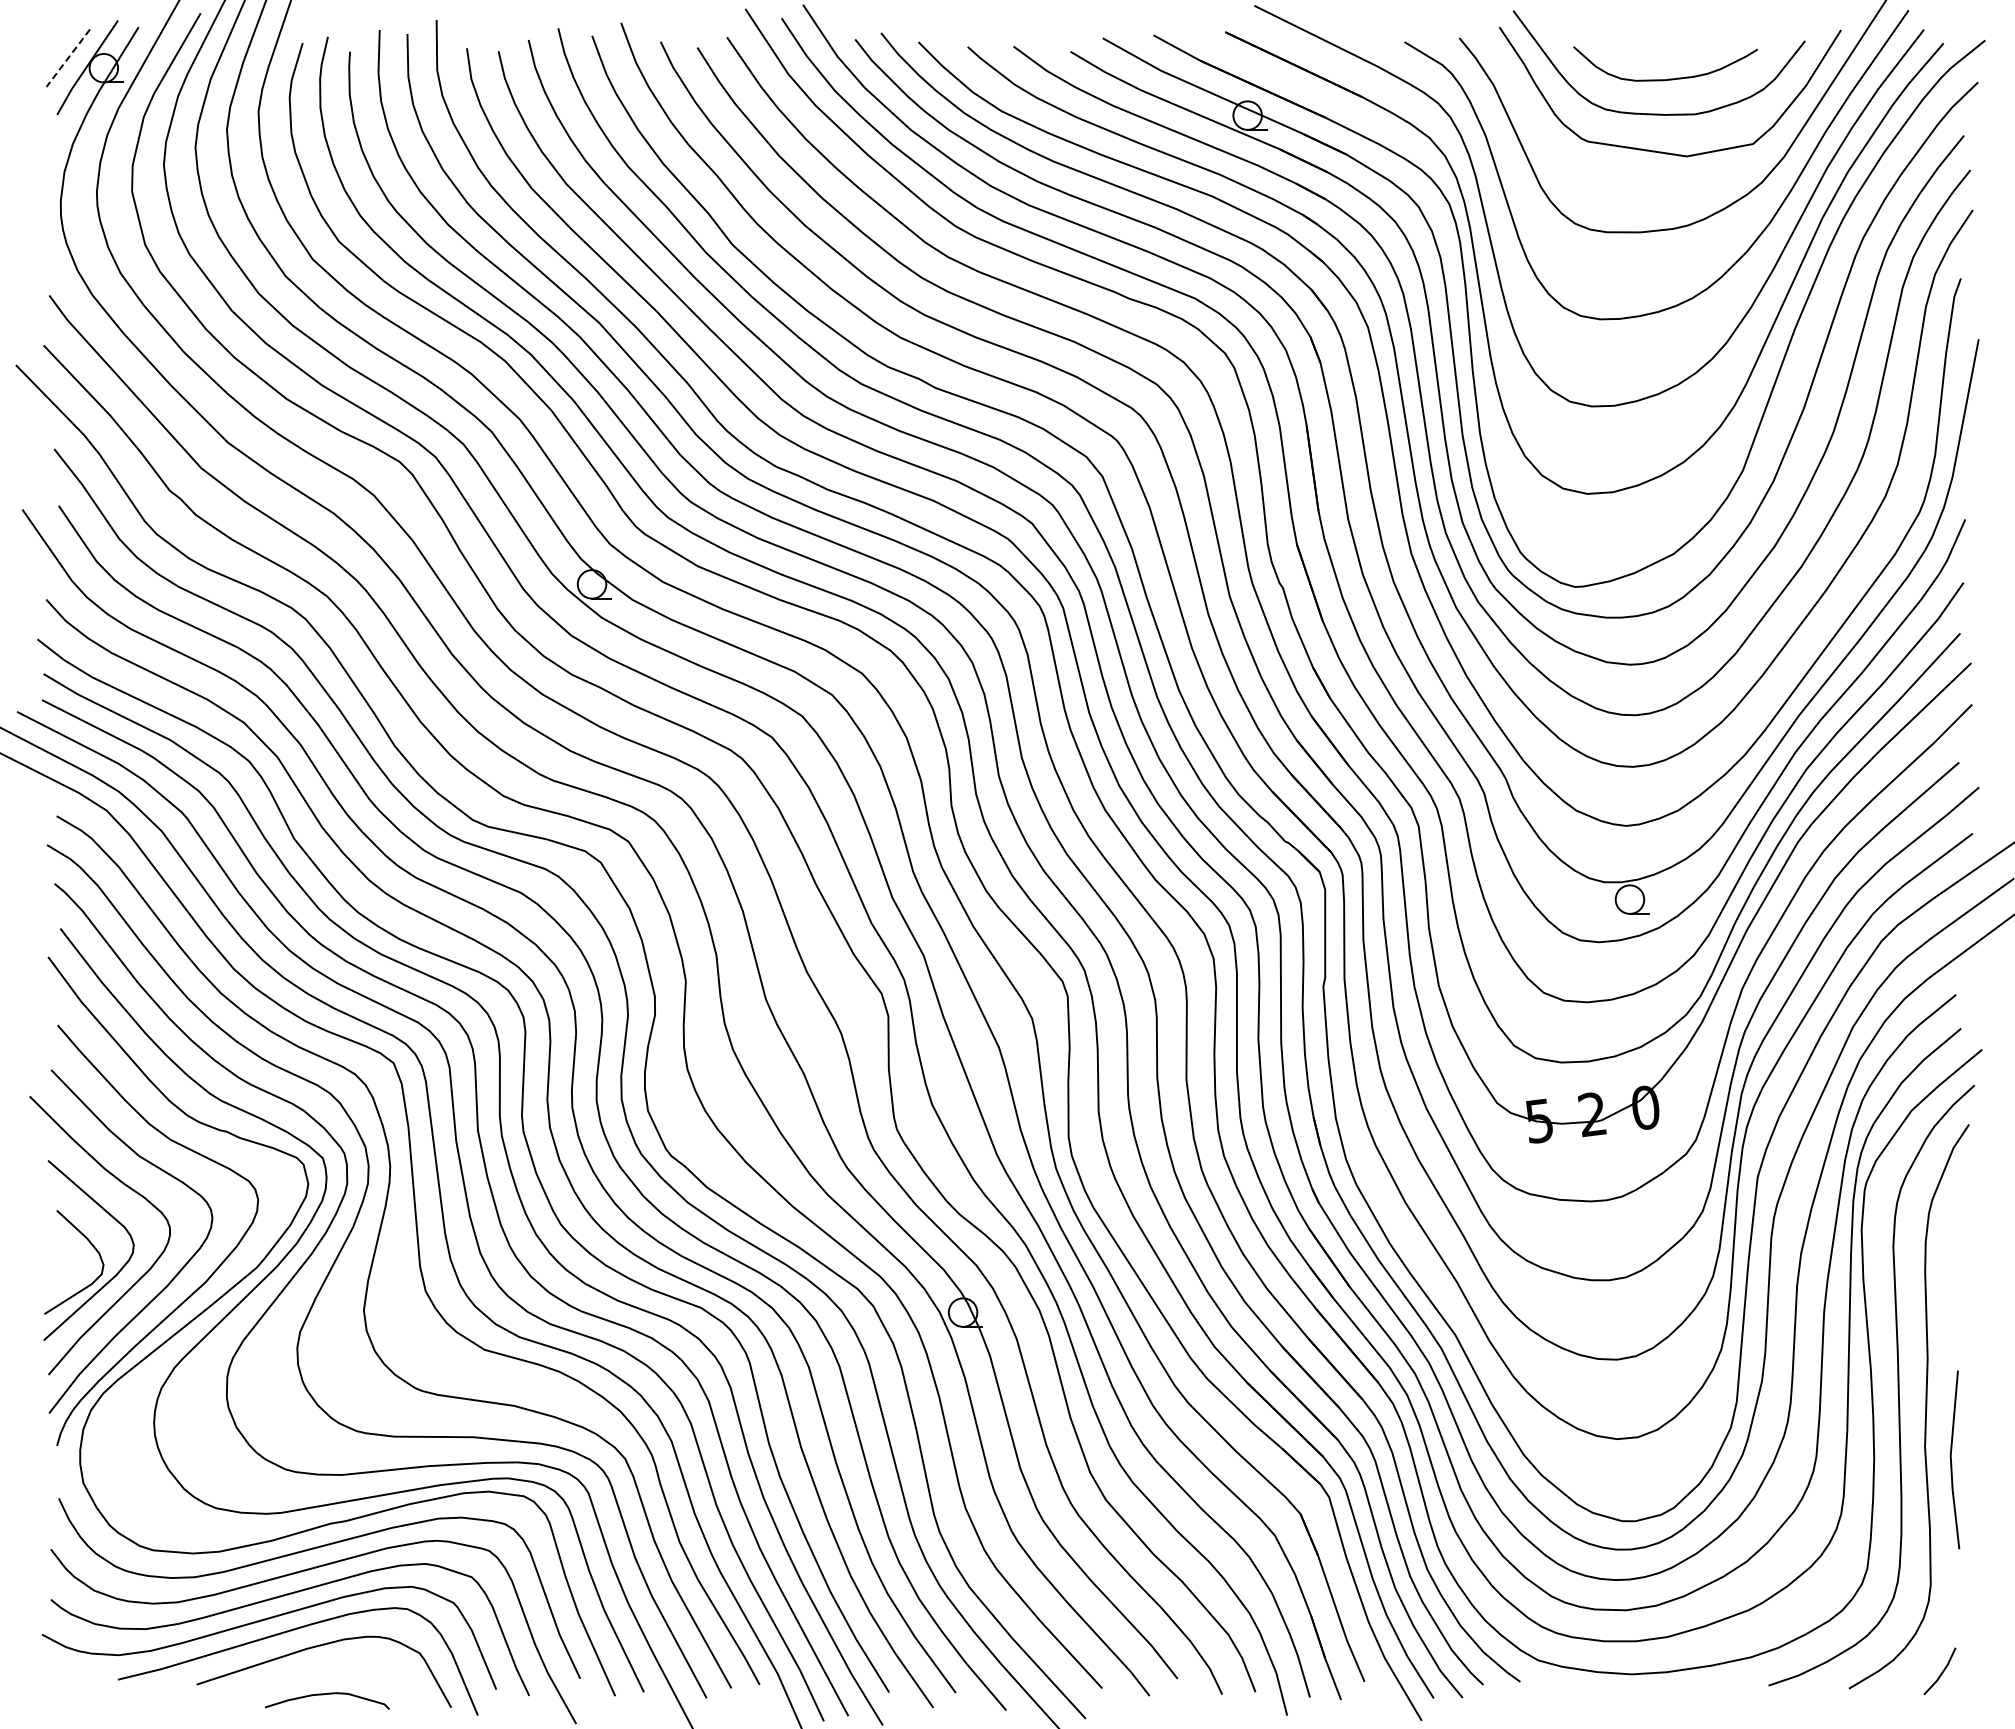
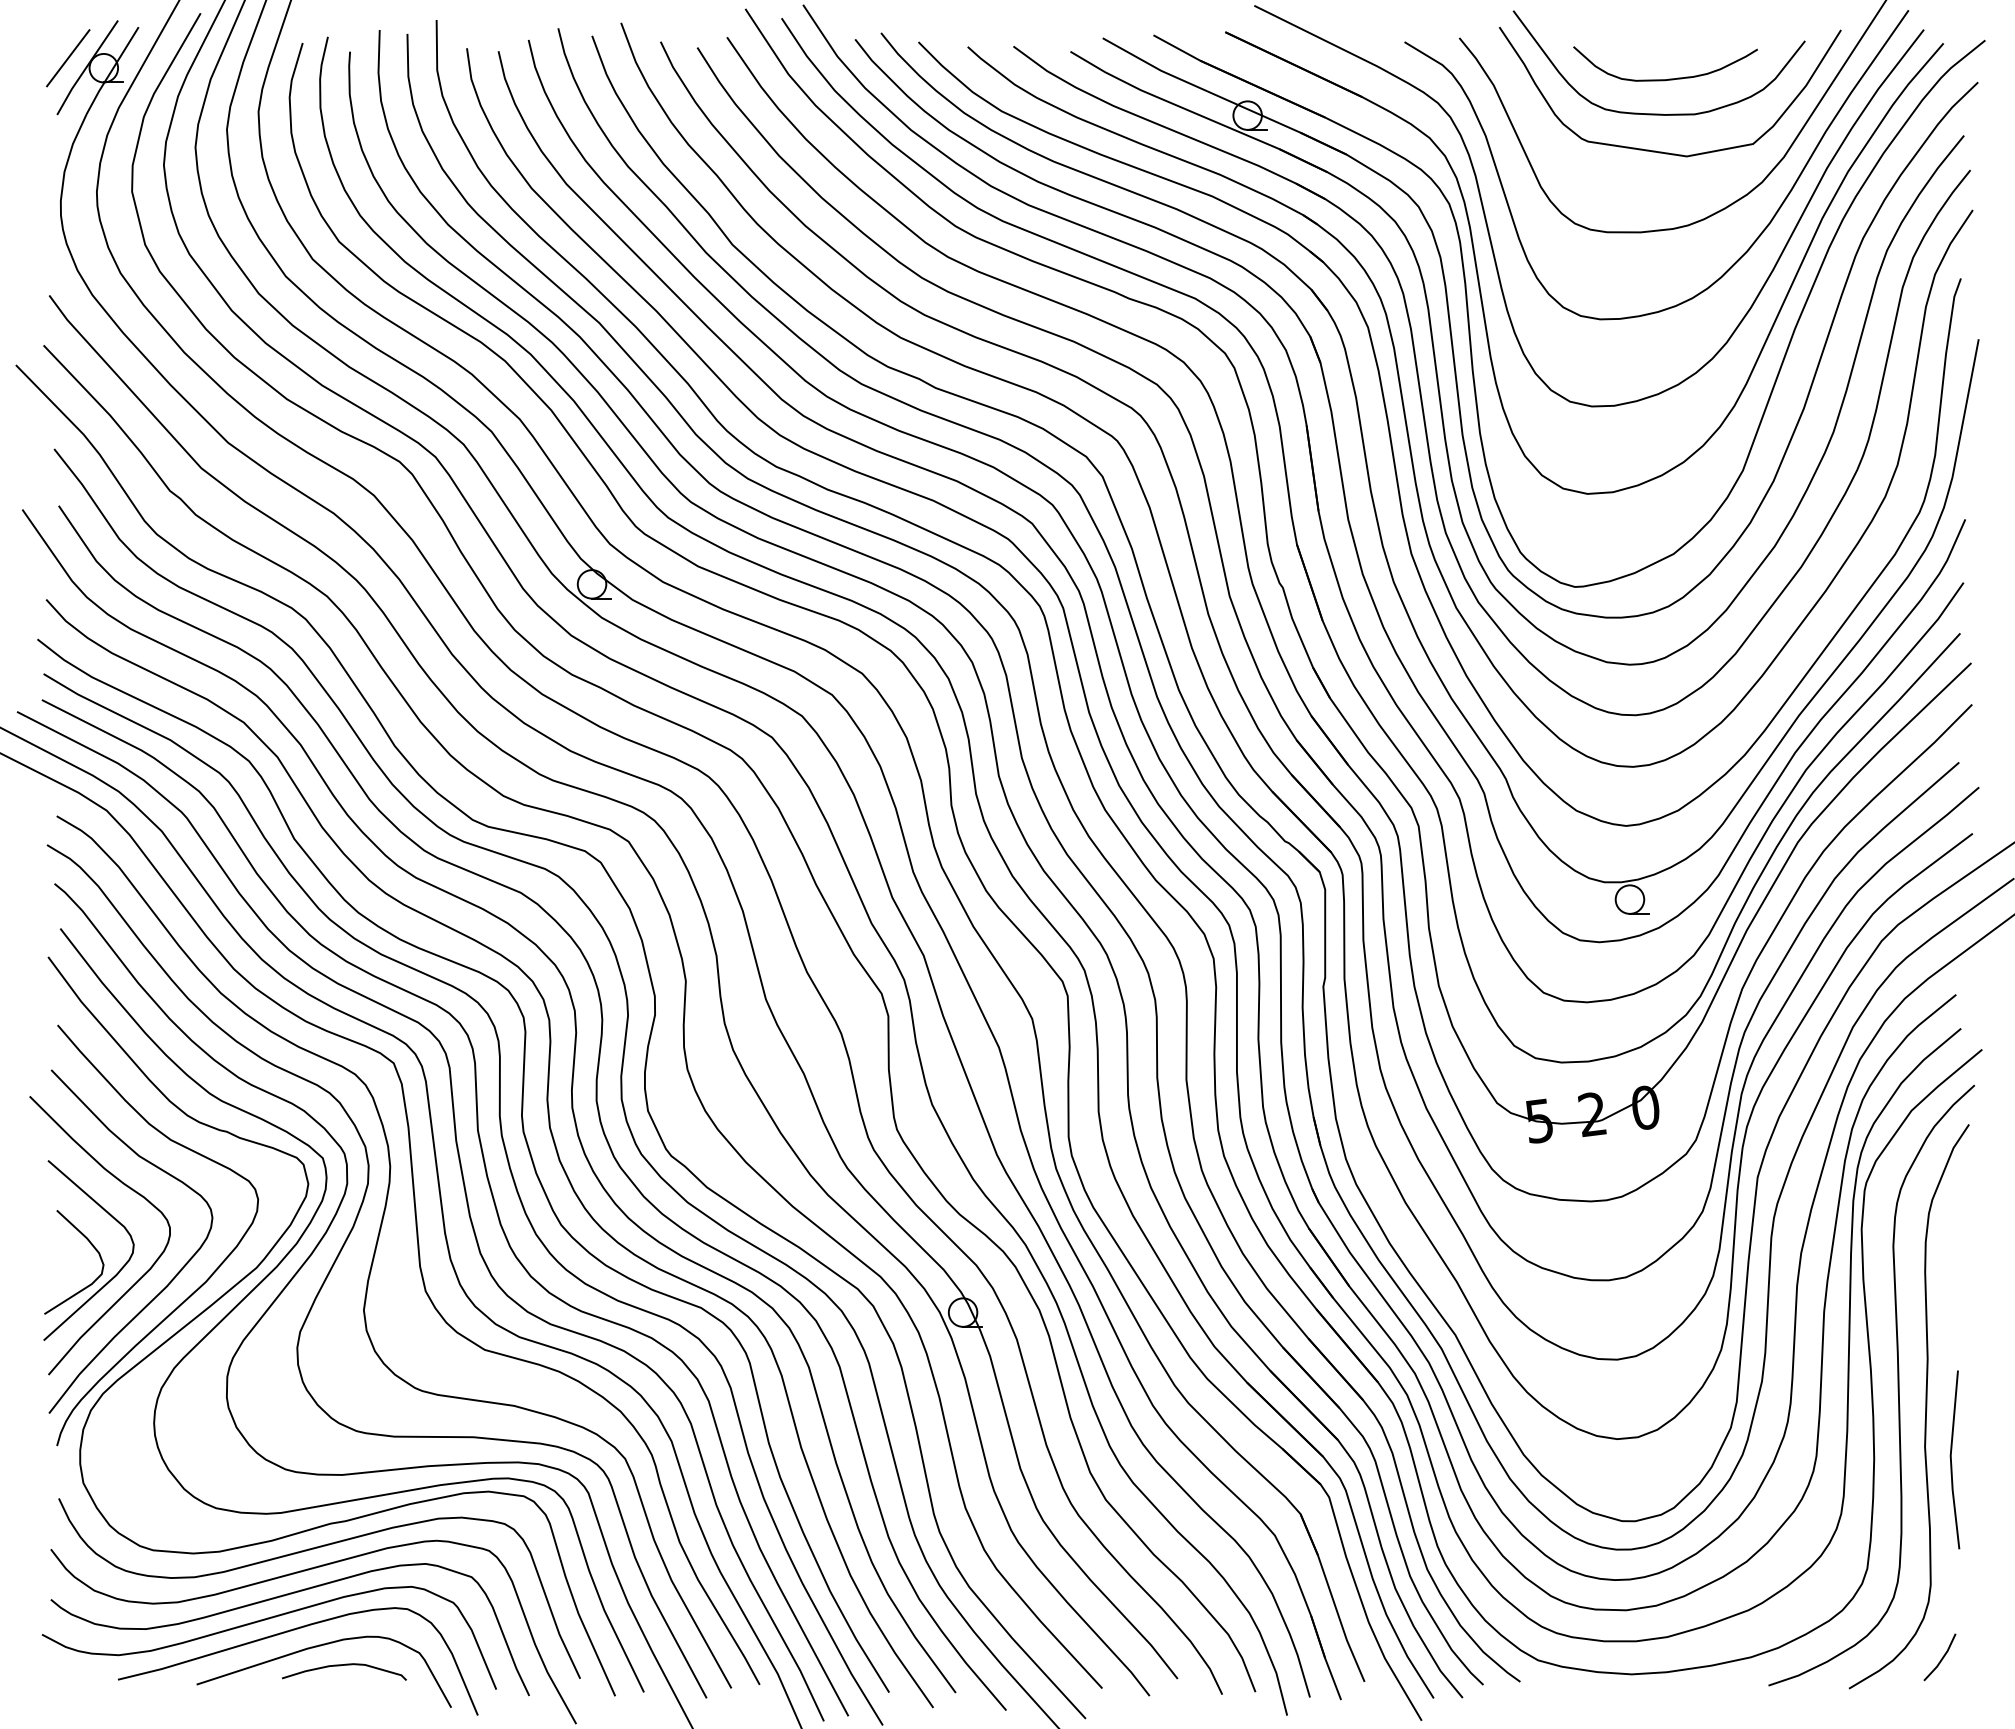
line at (67, 58): dashed -> solid
line at (1941, 1672) position: (1941, 1672) -> (1941, 1658)
curve at (327, 1694) position: (327, 1694) -> (344, 1665)
